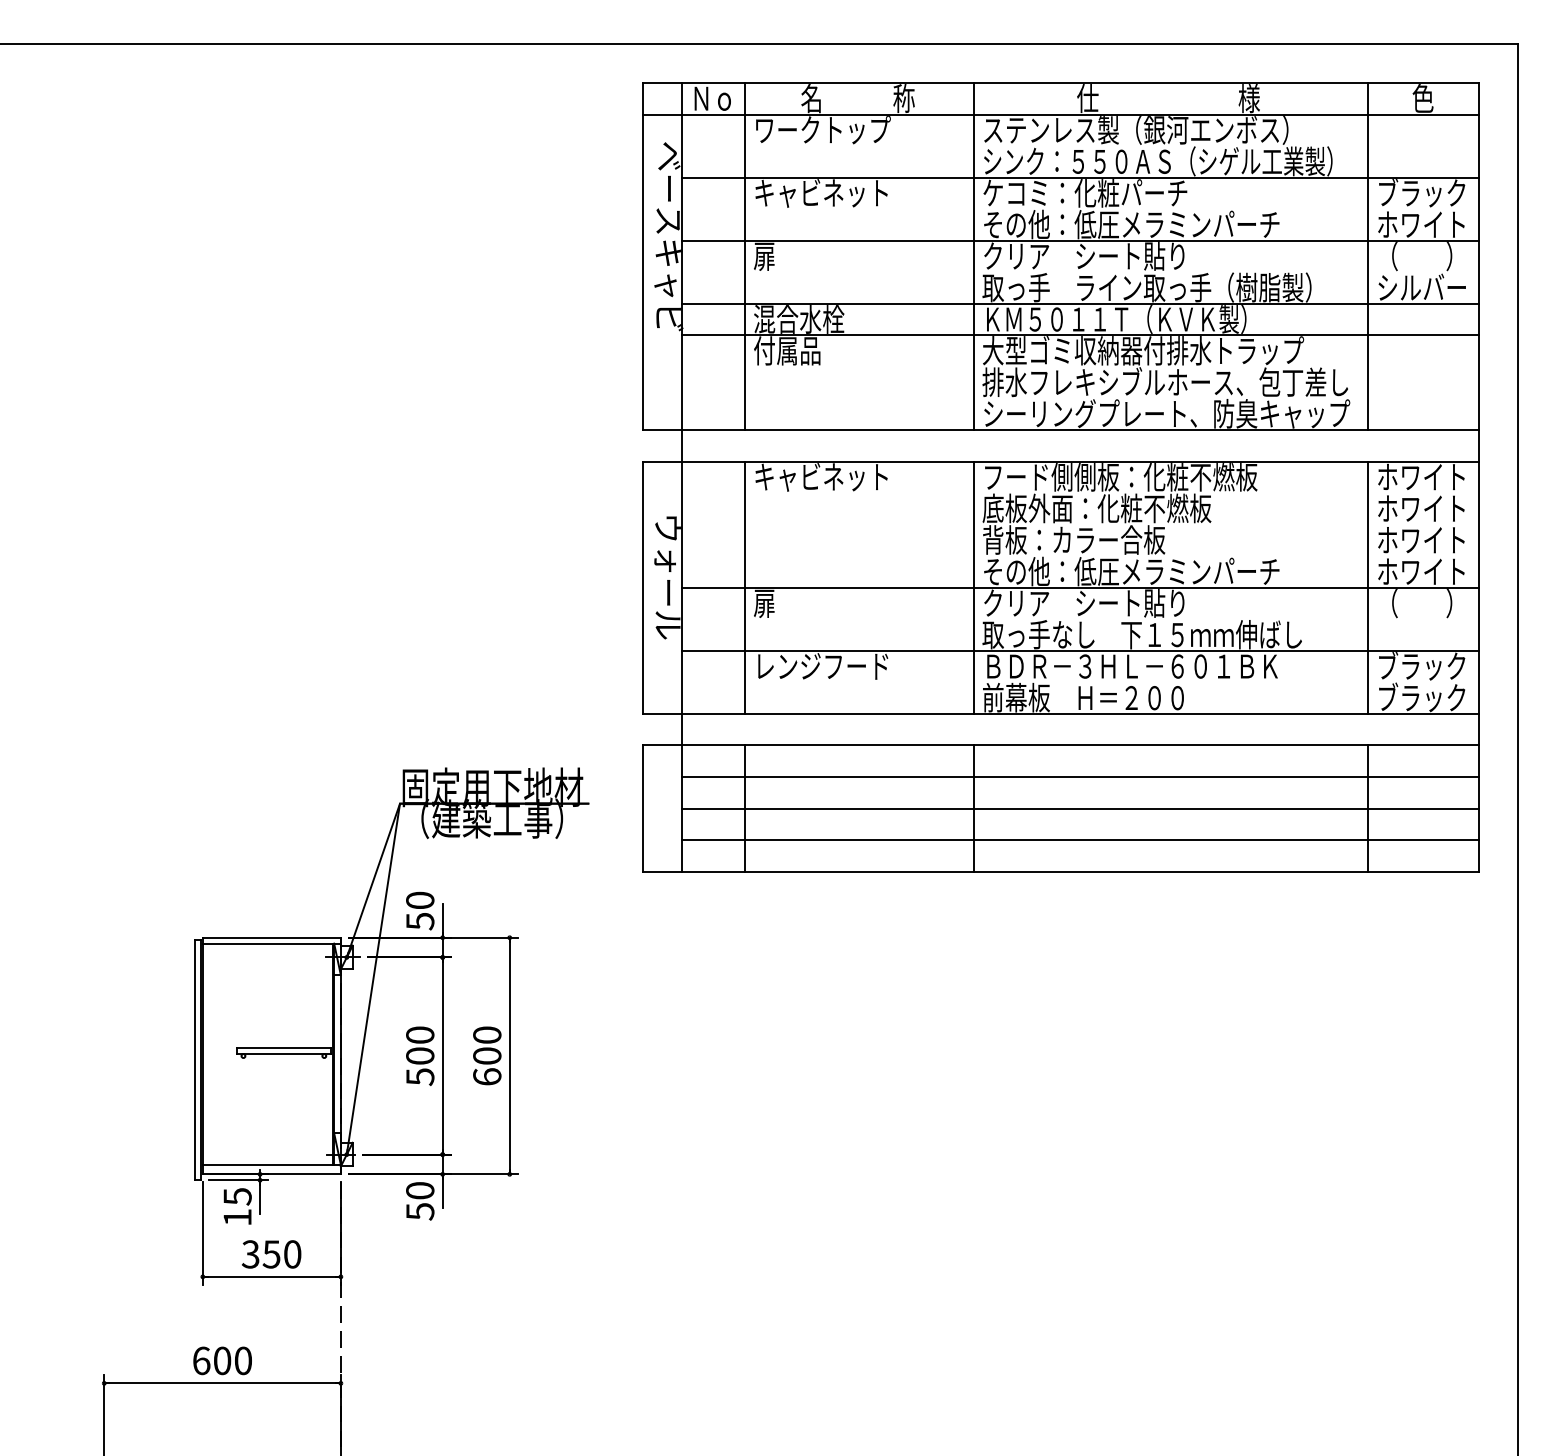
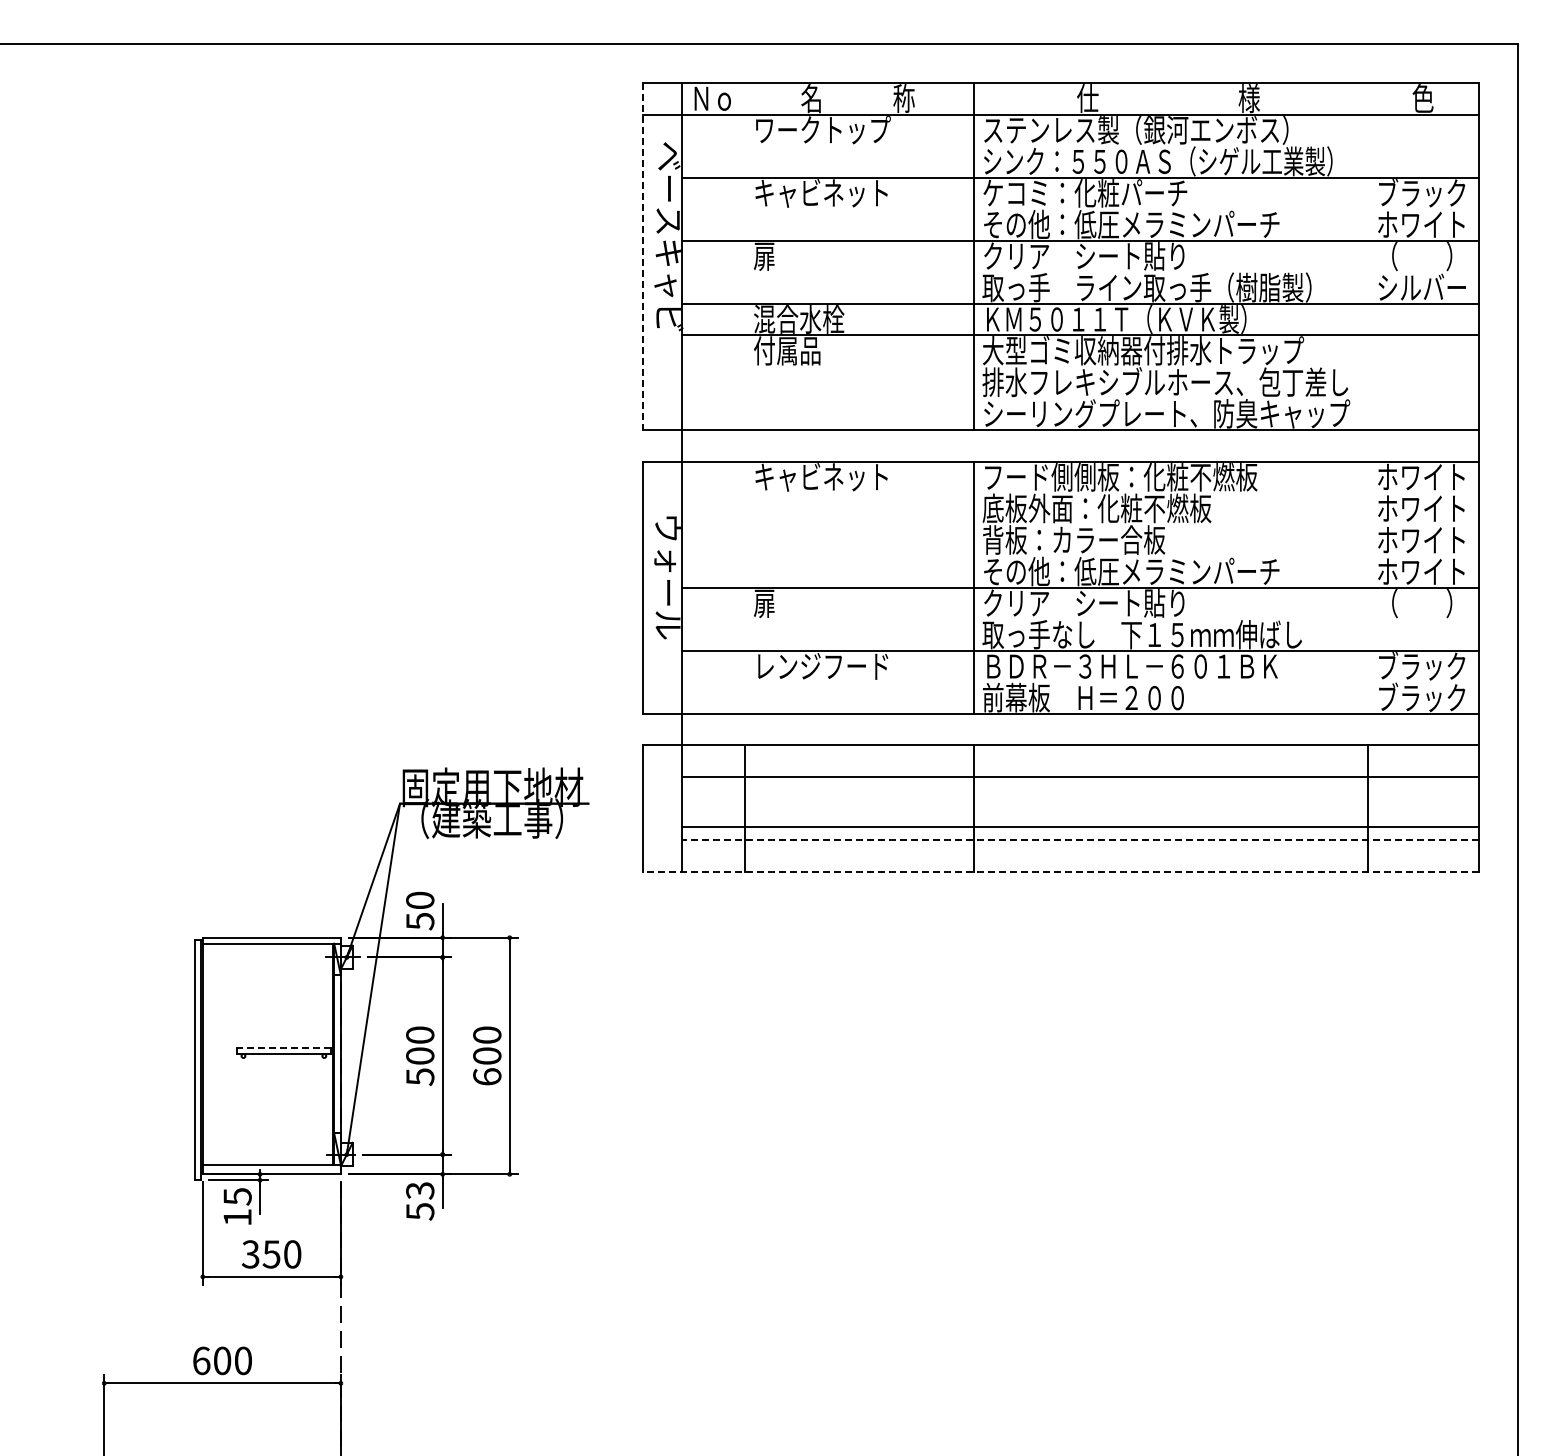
line at (642, 256): solid -> dashed
line at (745, 256): present -> none
line at (1368, 256): present -> none
line at (745, 587): present -> none
line at (1368, 587): present -> none
line at (1080, 808) position: (1080, 808) -> (1080, 826)
line at (1079, 840): solid -> dashed
line at (1060, 871): solid -> dashed
line at (283, 1048): solid -> dashed
text at (420, 1190): 50 -> 53
